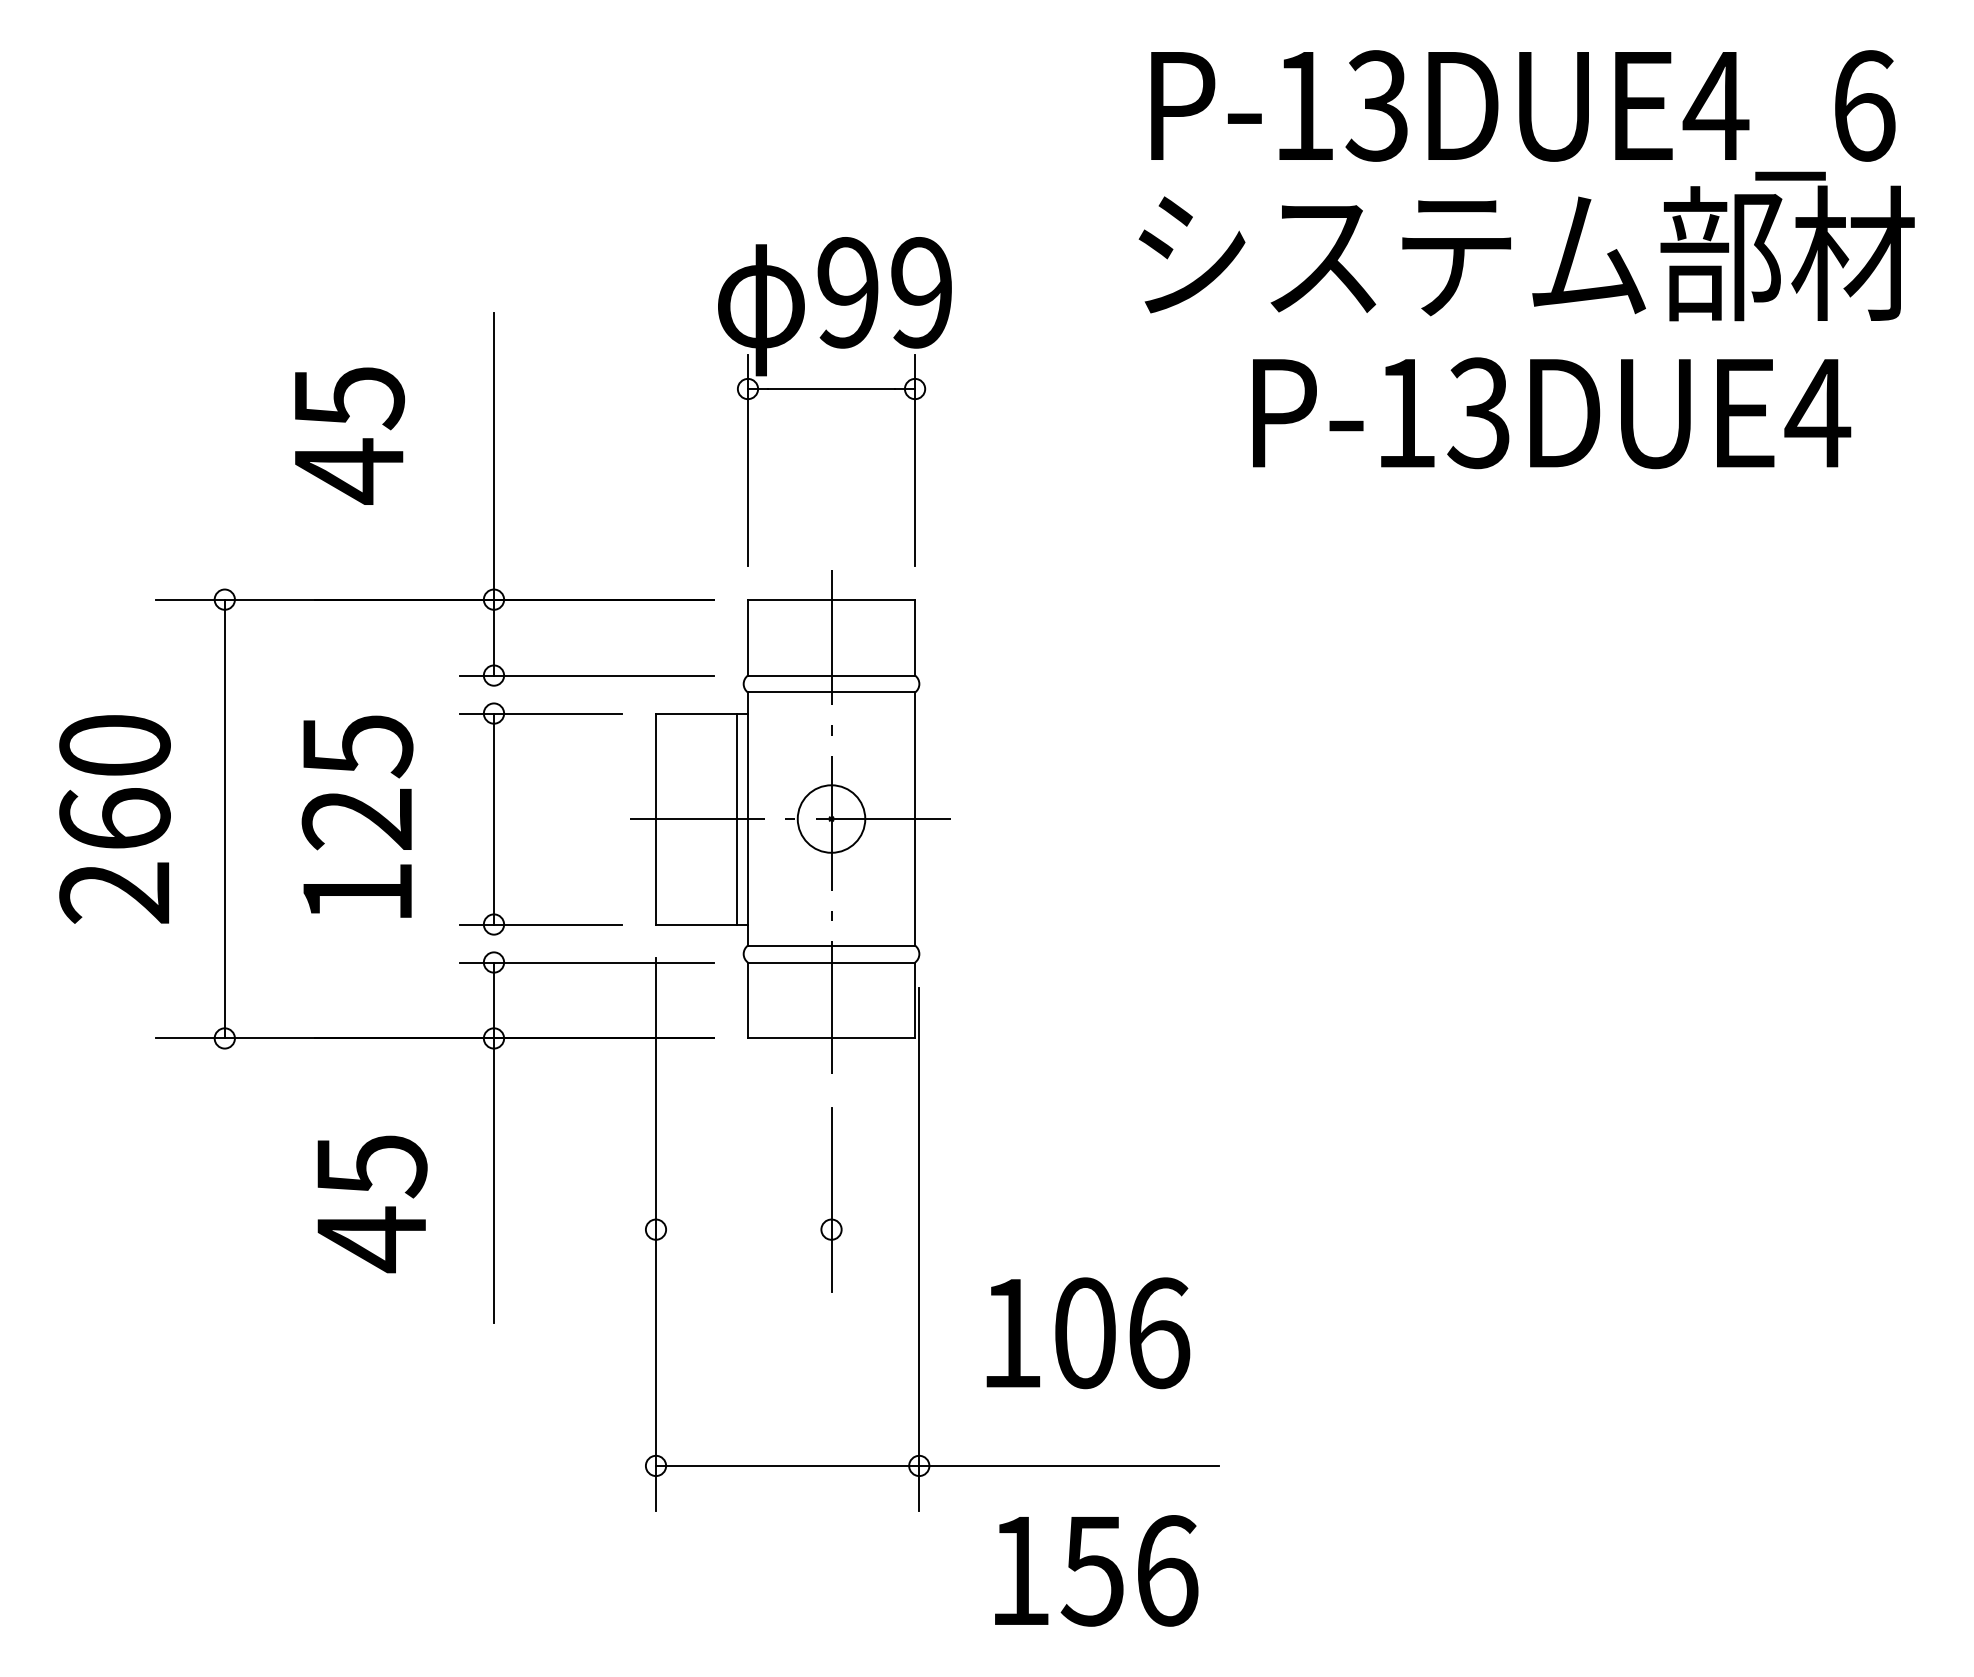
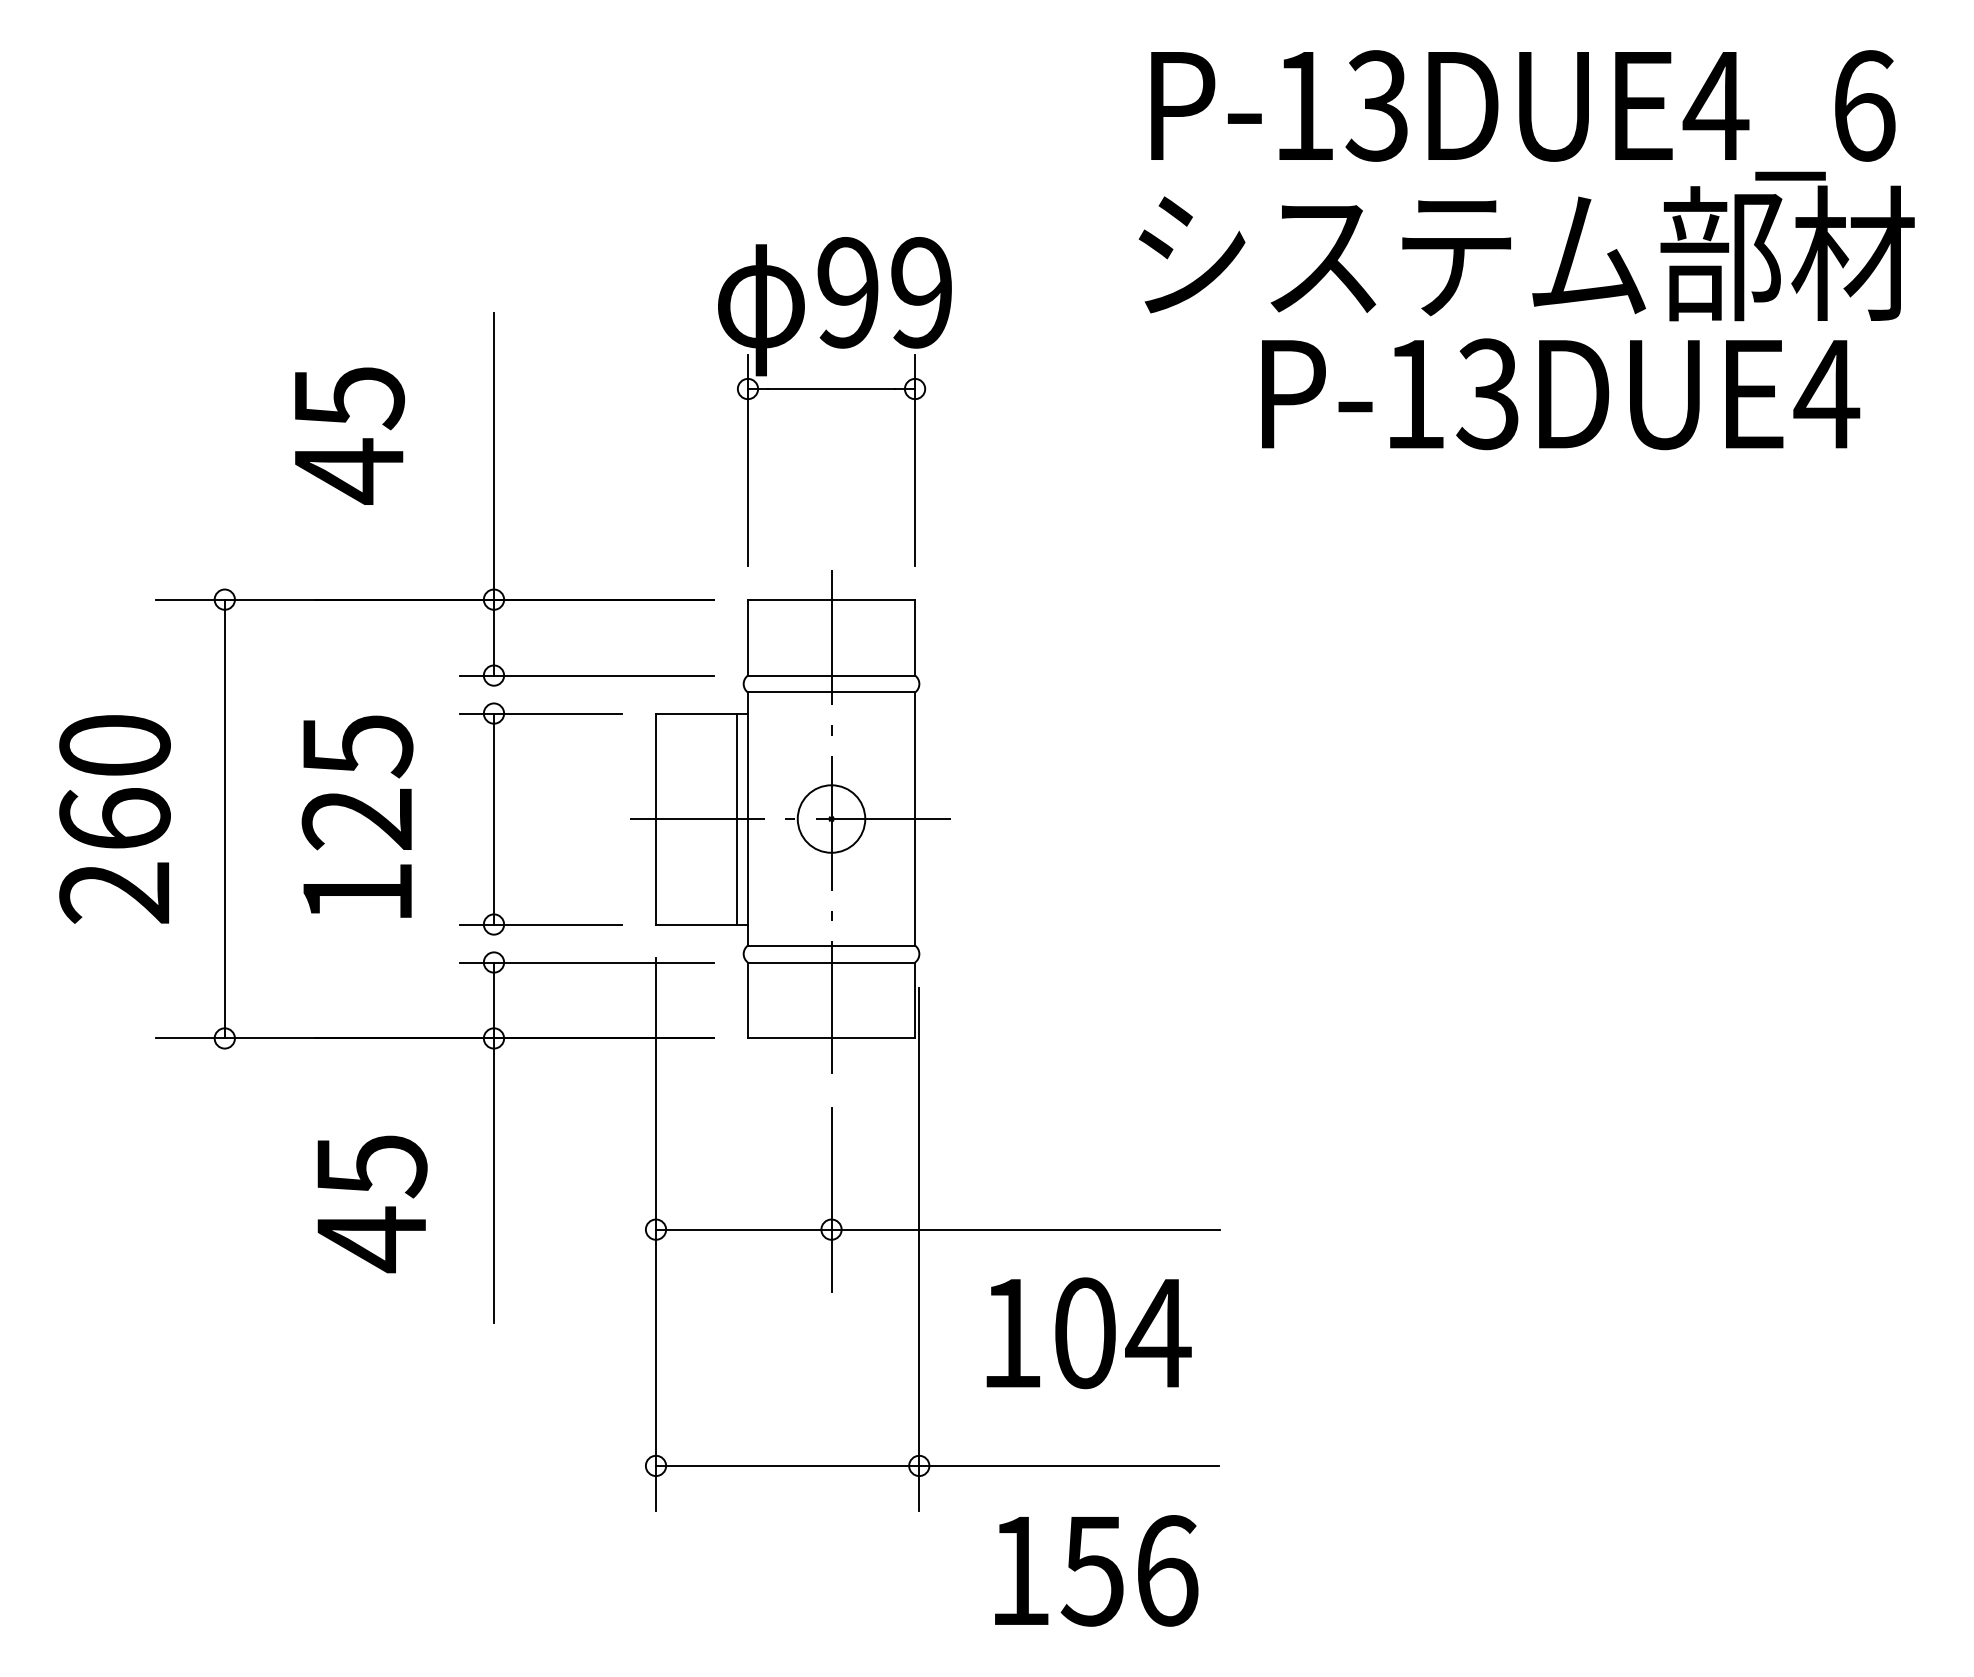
text at (1552, 413) position: (1552, 413) -> (1561, 394)
line at (938, 1229): none -> present
text at (1158, 1333): 106 -> 104
